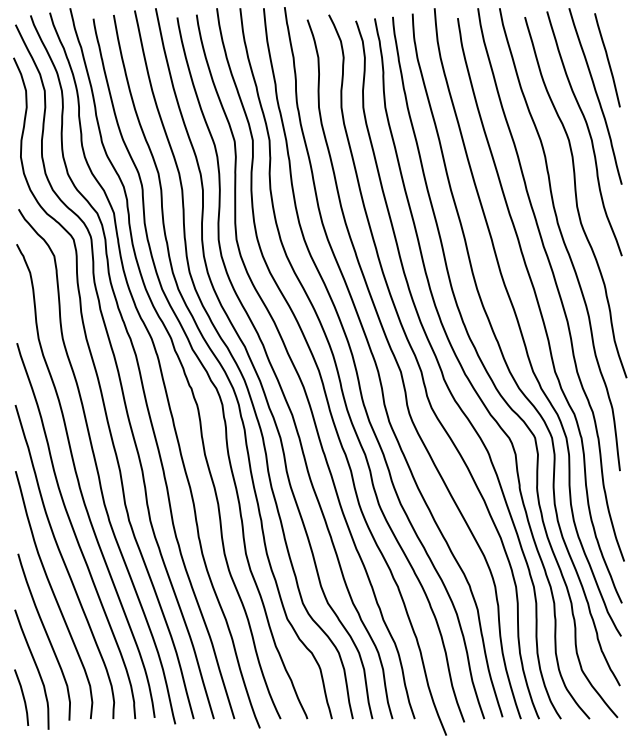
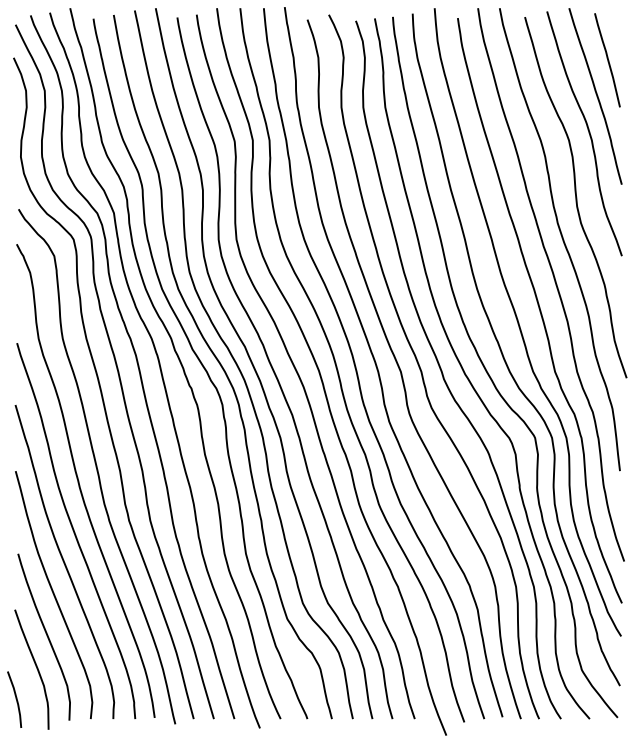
line at (22, 697) position: (22, 697) -> (15, 699)
